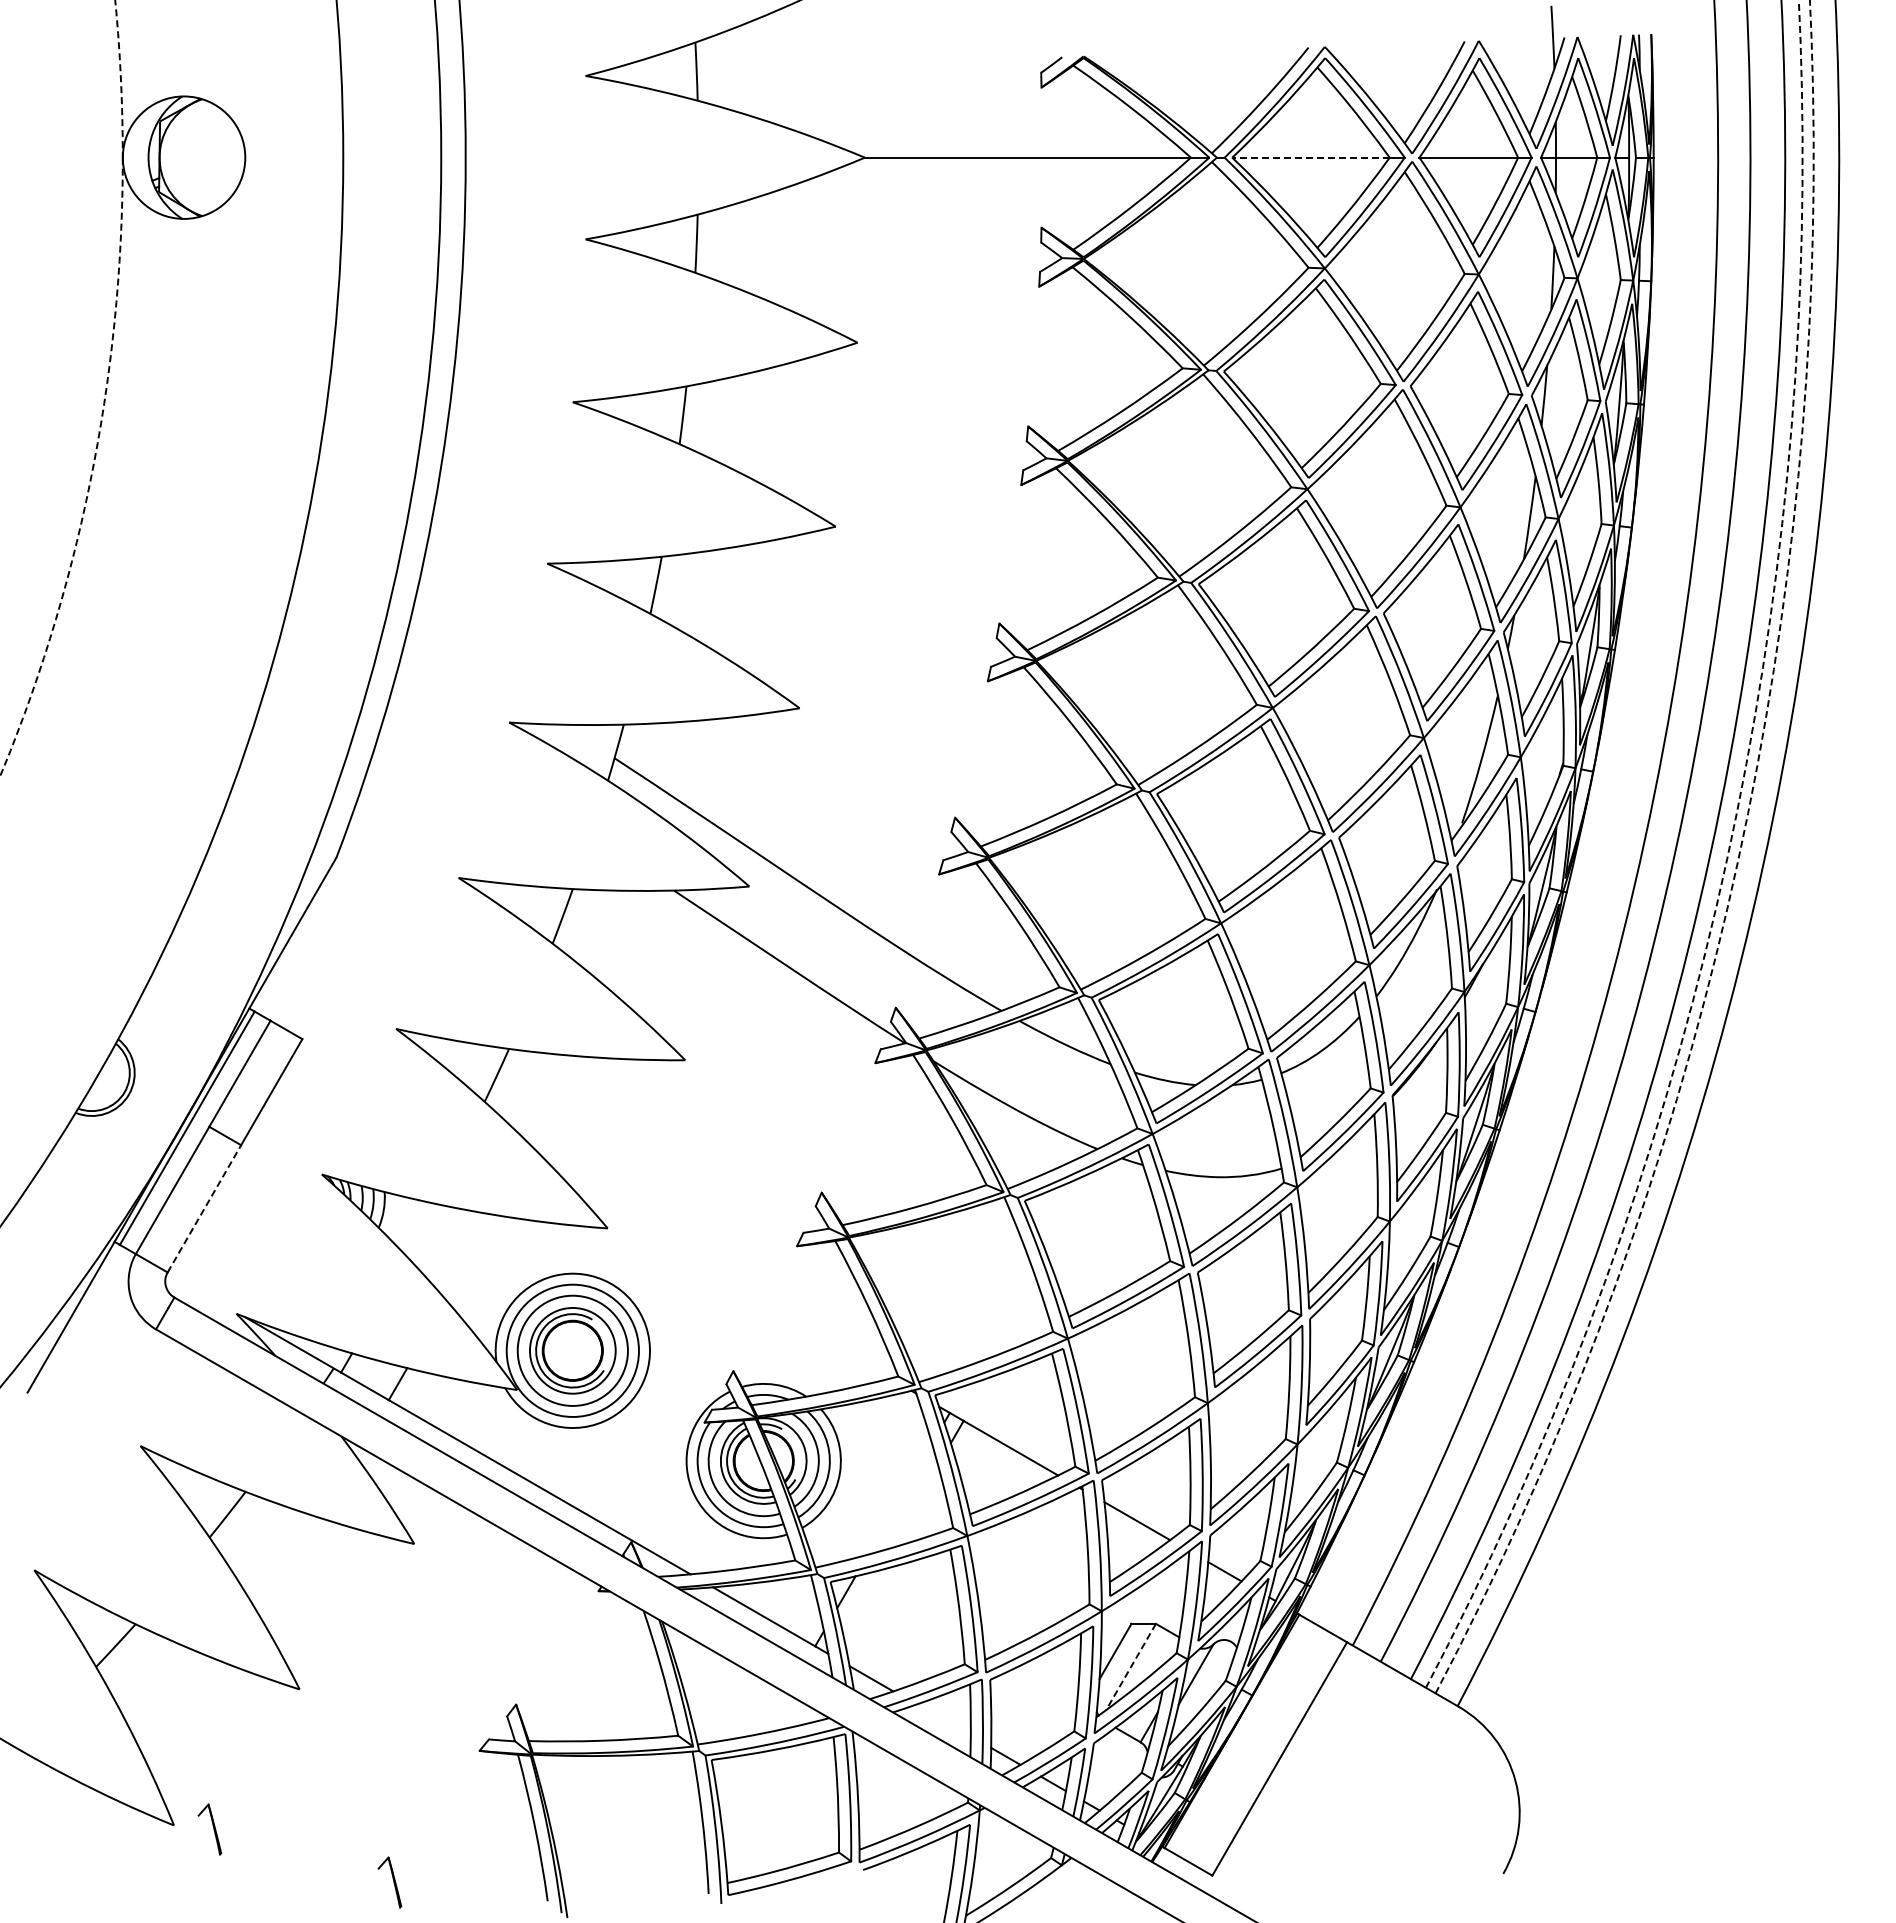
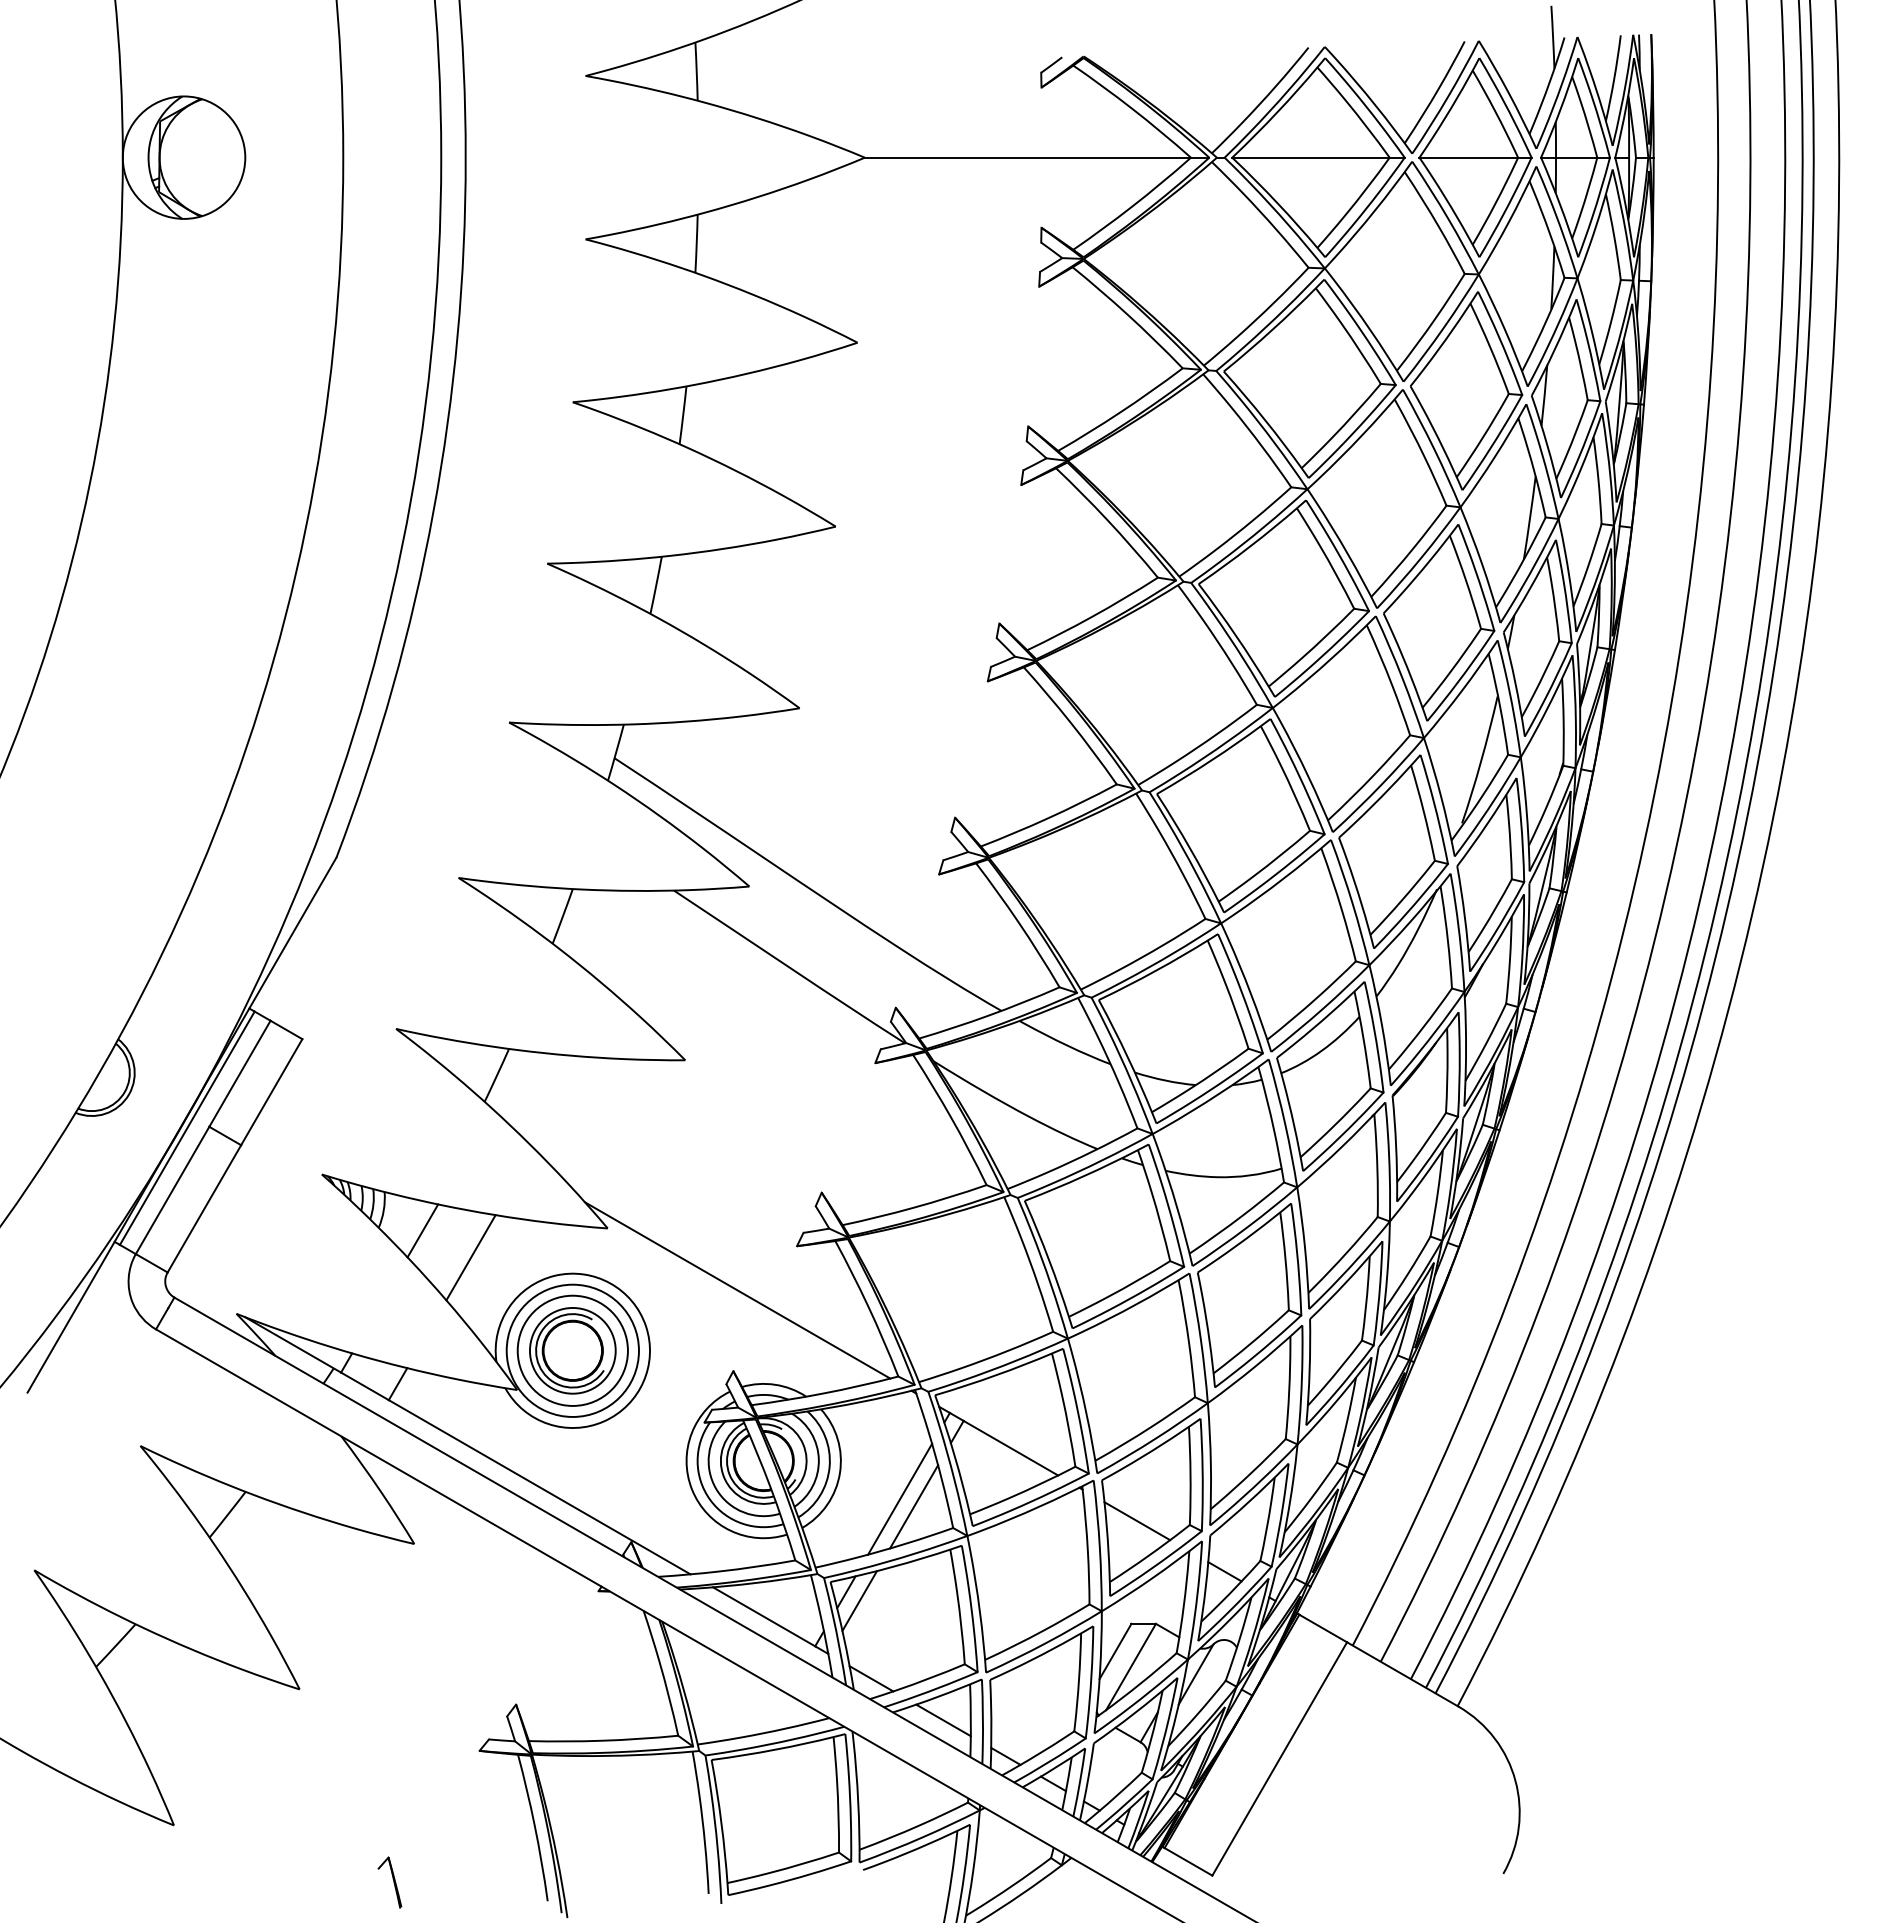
line at (1310, 157): dashed -> solid
circle at (61, 387): dashed -> solid
arc at (1725, 867): dashed -> solid
arc at (1735, 872): dashed -> solid
line at (204, 1208): dashed -> solid
line at (422, 1230): none -> present
line at (470, 1257): none -> present
line at (737, 1290): none -> present
line at (900, 1498): none -> present
line at (914, 1506): none -> present
line at (859, 1600): none -> present
line at (1131, 1667): dashed -> solid
line at (943, 1720): none -> present
part at (209, 1829): present -> none
